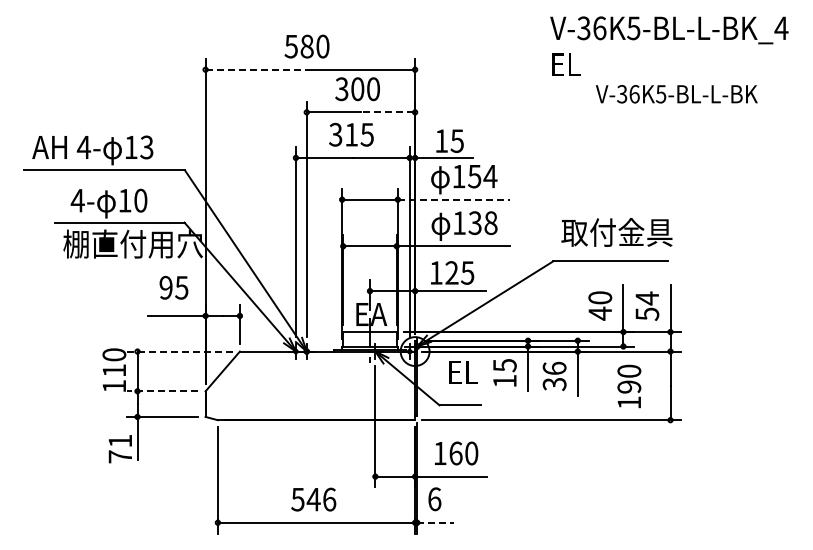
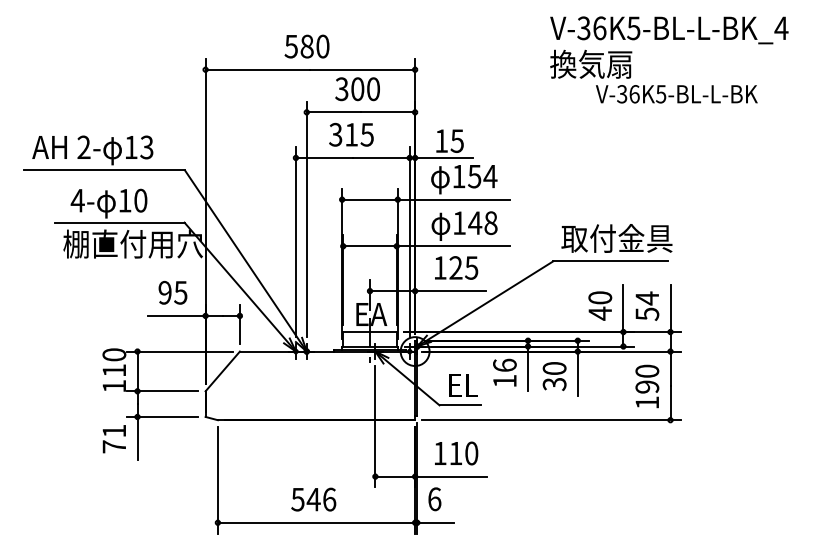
text at (591, 63): EL -> 換気扇
line at (258, 69): dashed -> solid
line at (387, 112): dashed -> solid
text at (83, 146): 4- -> 2-
line at (454, 199): dashed -> solid
text at (475, 223): 138 -> 148
text at (616, 232) position: (616, 232) -> (616, 238)
text at (452, 272) position: (452, 272) -> (456, 267)
text at (173, 287) position: (173, 287) -> (172, 292)
line at (179, 351): dashed -> solid
text at (504, 365): 15 -> 16
text at (554, 367): 36 -> 30
text at (463, 372) position: (463, 372) -> (463, 385)
text at (629, 386) position: (629, 386) -> (647, 386)
line at (162, 391): dashed -> solid
text at (119, 449) position: (119, 449) -> (113, 439)
text at (455, 453): 160 -> 110
line at (435, 522): dashed -> solid
